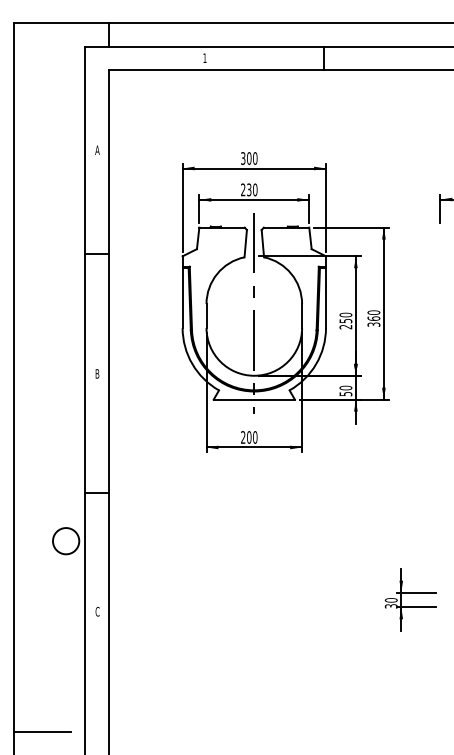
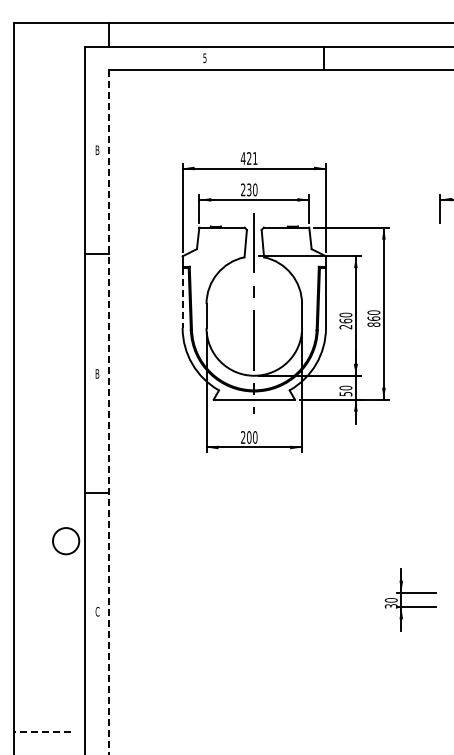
text at (204, 58): 1 -> 5
text at (97, 149): A -> B
text at (248, 158): 300 -> 421
line at (182, 298): solid -> dashed
text at (345, 320): 250 -> 260
text at (373, 324): 360 -> 860
line at (109, 412): solid -> dashed
line at (42, 732): solid -> dashed
